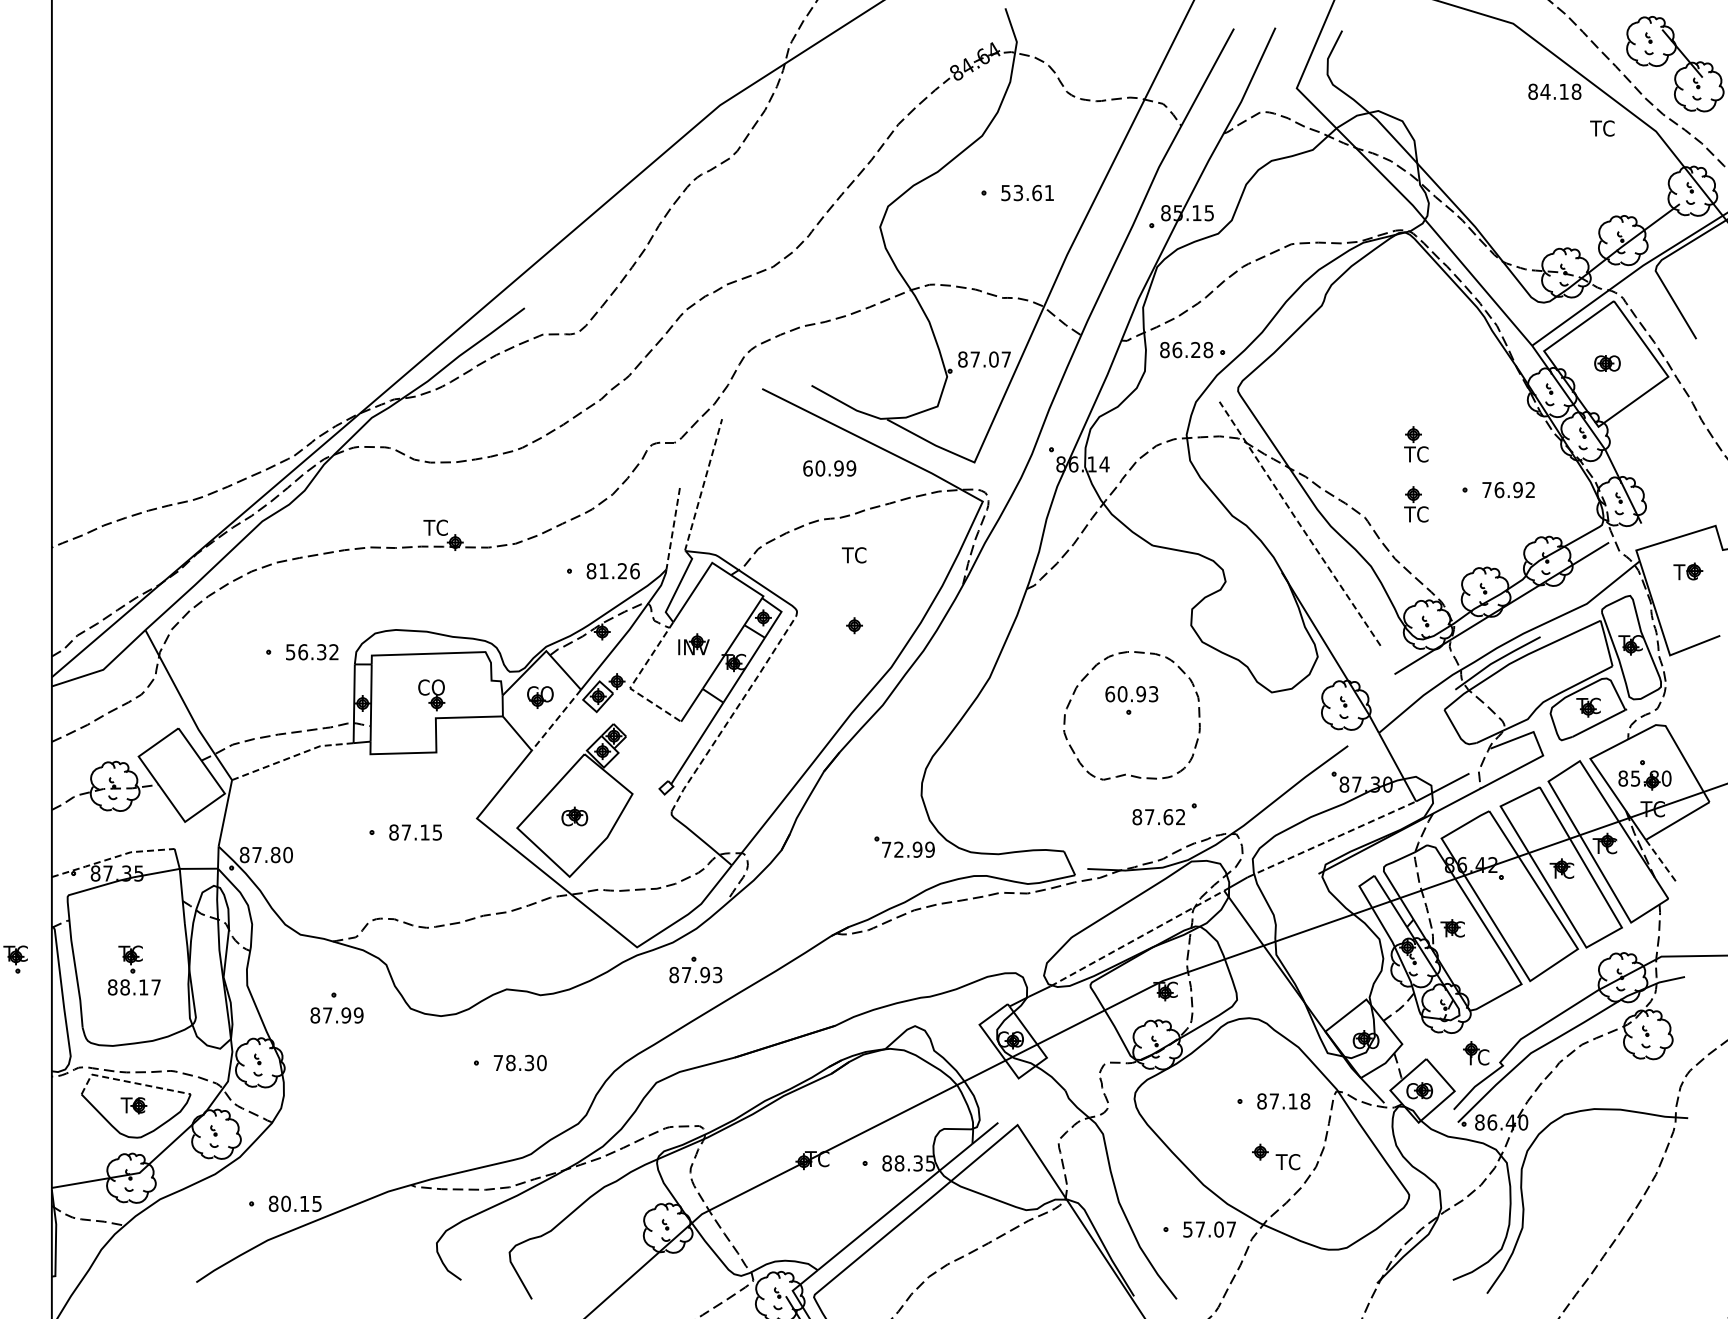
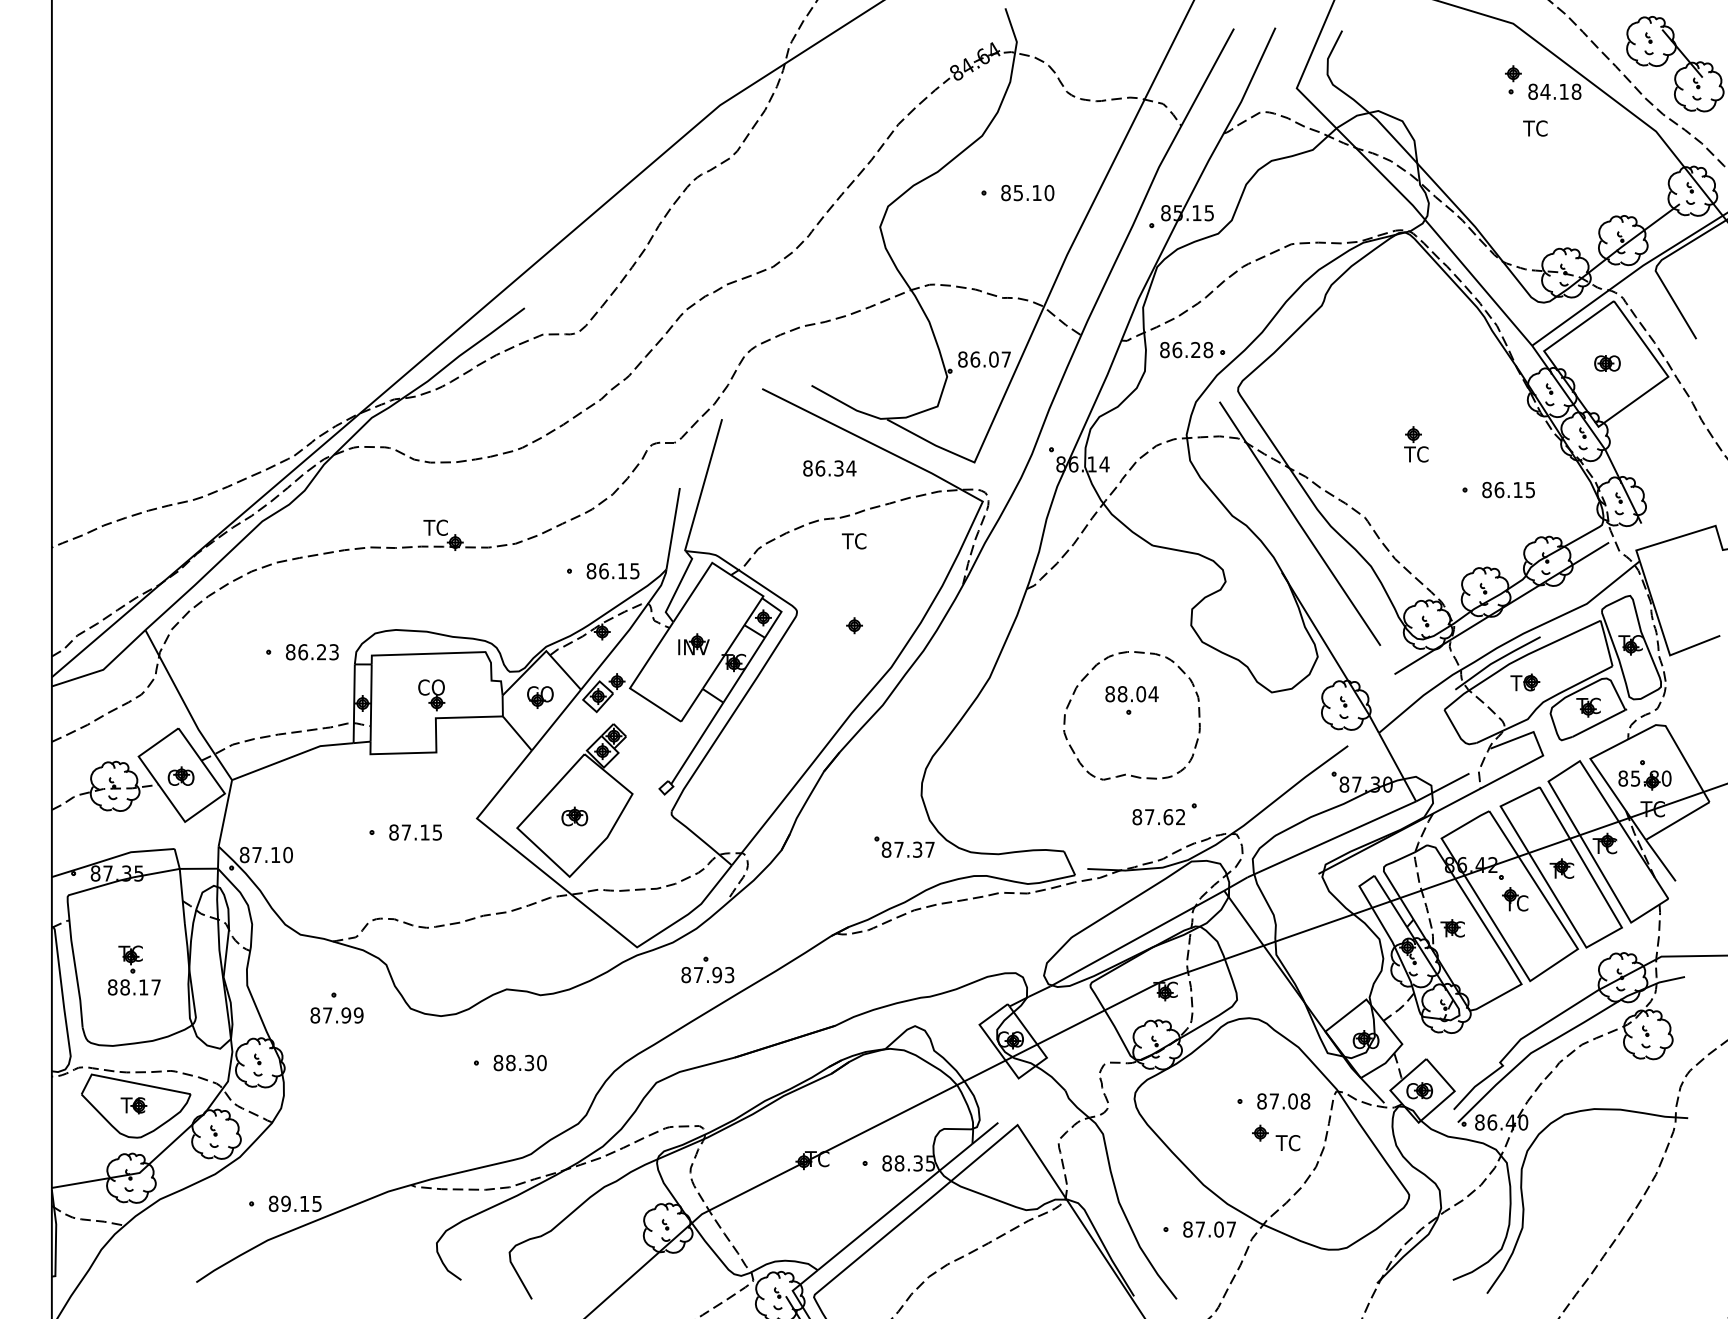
part at (1513, 79): none -> present
text at (1602, 128) position: (1602, 128) -> (1535, 128)
text at (1027, 192): 53.61 -> 85.10
text at (975, 359): 87.07 -> 86.07
text at (829, 468): 60.99 -> 86.34
line at (703, 485): dashed -> solid
text at (1508, 489): 76.92 -> 86.15
part at (1416, 504): present -> none
line at (1299, 523): dashed -> solid
line at (673, 529): dashed -> solid
text at (854, 555) position: (854, 555) -> (854, 541)
text at (619, 571): 81.26 -> 86.15
part at (1688, 571) position: (1688, 571) -> (1525, 682)
text at (311, 652): 56.32 -> 86.23
line at (634, 681): dashed -> solid
text at (1131, 694): 60.93 -> 88.04
line at (733, 713): dashed -> solid
line at (556, 720): dashed -> solid
line at (292, 756): dashed -> solid
part at (180, 775): none -> present
line at (1332, 839): dashed -> solid
text at (907, 849): 72.99 -> 87.37
text at (275, 854): 87.80 -> 87.10
line at (112, 858): dashed -> solid
line at (1660, 860): dashed -> solid
line at (1137, 938): dashed -> solid
part at (15, 959): present -> none
part at (695, 969) position: (695, 969) -> (707, 969)
part at (1476, 1053) position: (1476, 1053) -> (1515, 899)
text at (498, 1062): 78.30 -> 88.30
line at (129, 1082): dashed -> solid
text at (1292, 1101): 87.18 -> 87.08
part at (1276, 1156) position: (1276, 1156) -> (1276, 1137)
text at (285, 1203): 80.15 -> 89.15
text at (1187, 1229): 57.07 -> 87.07
